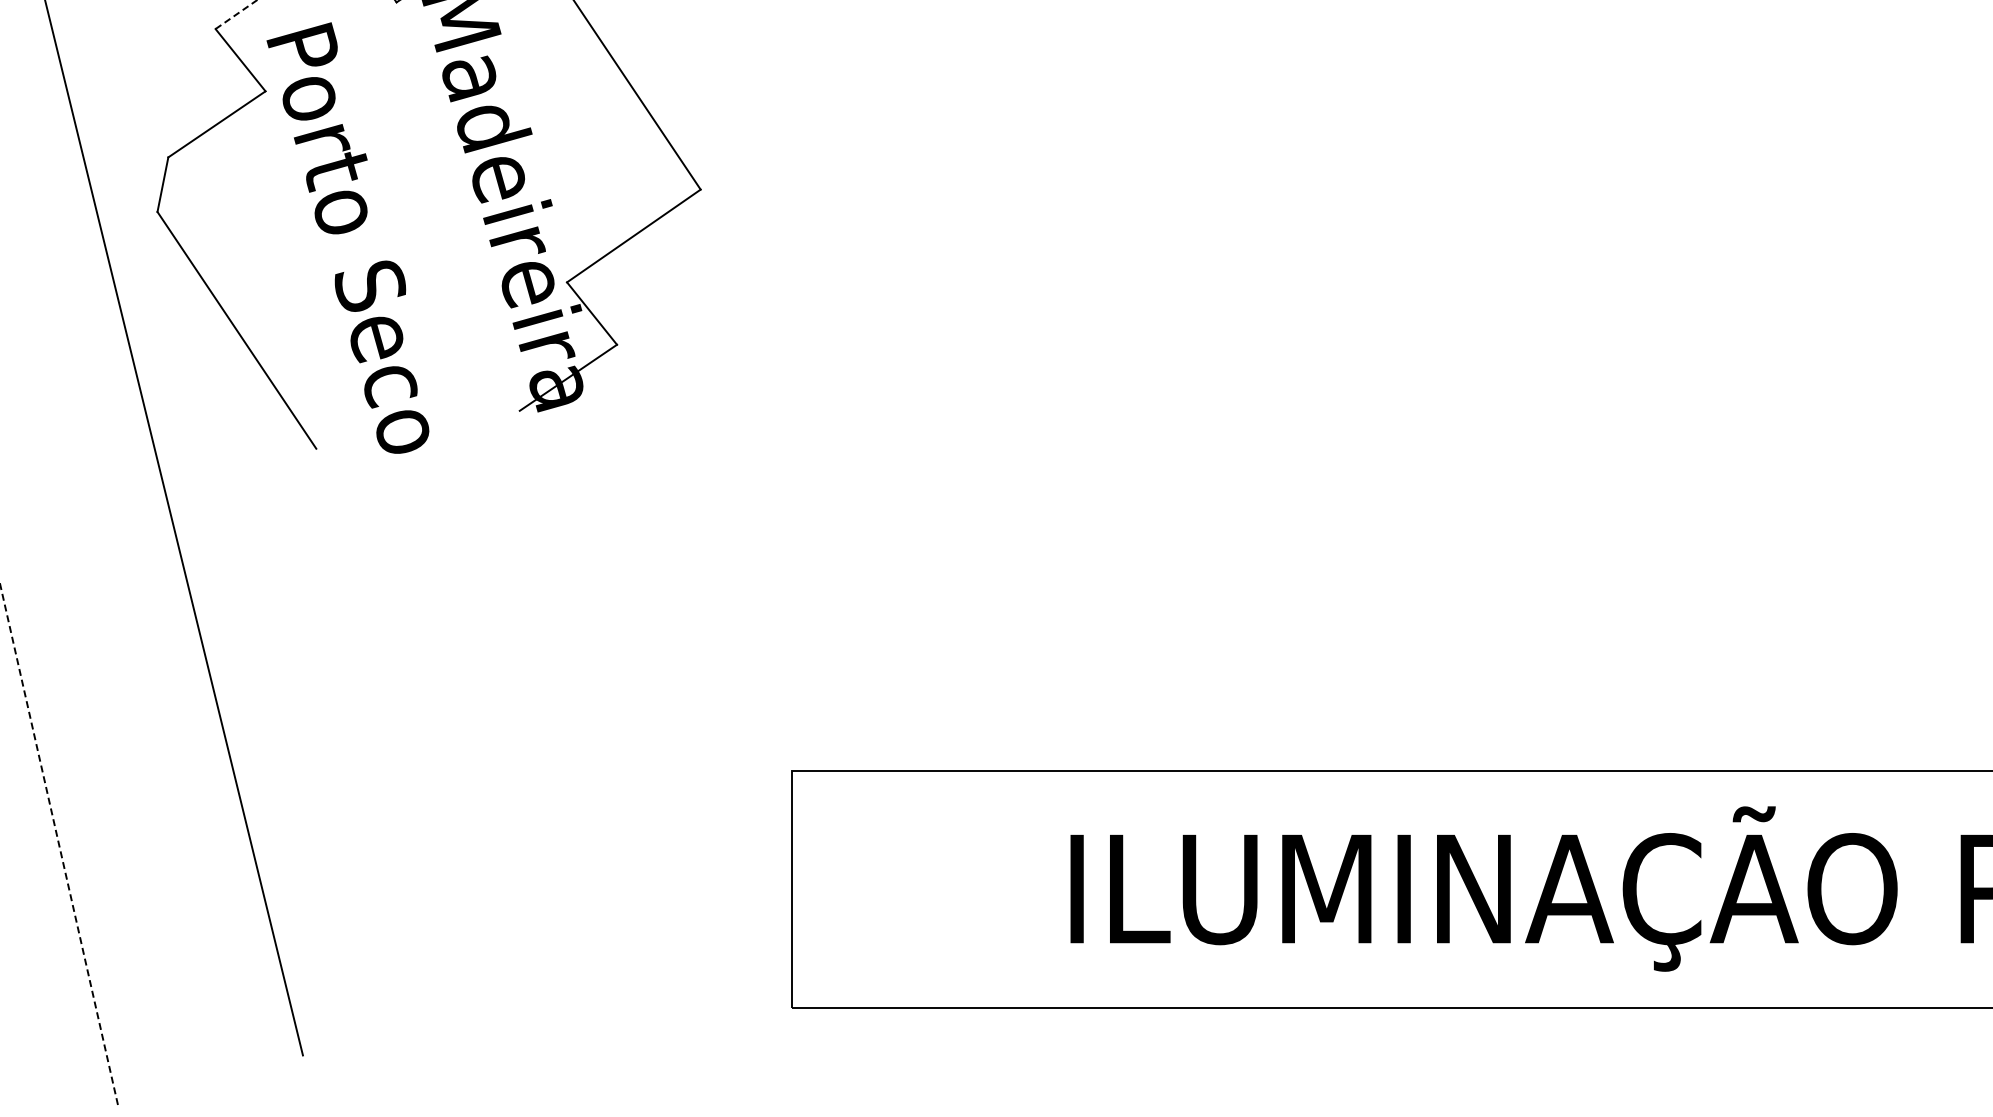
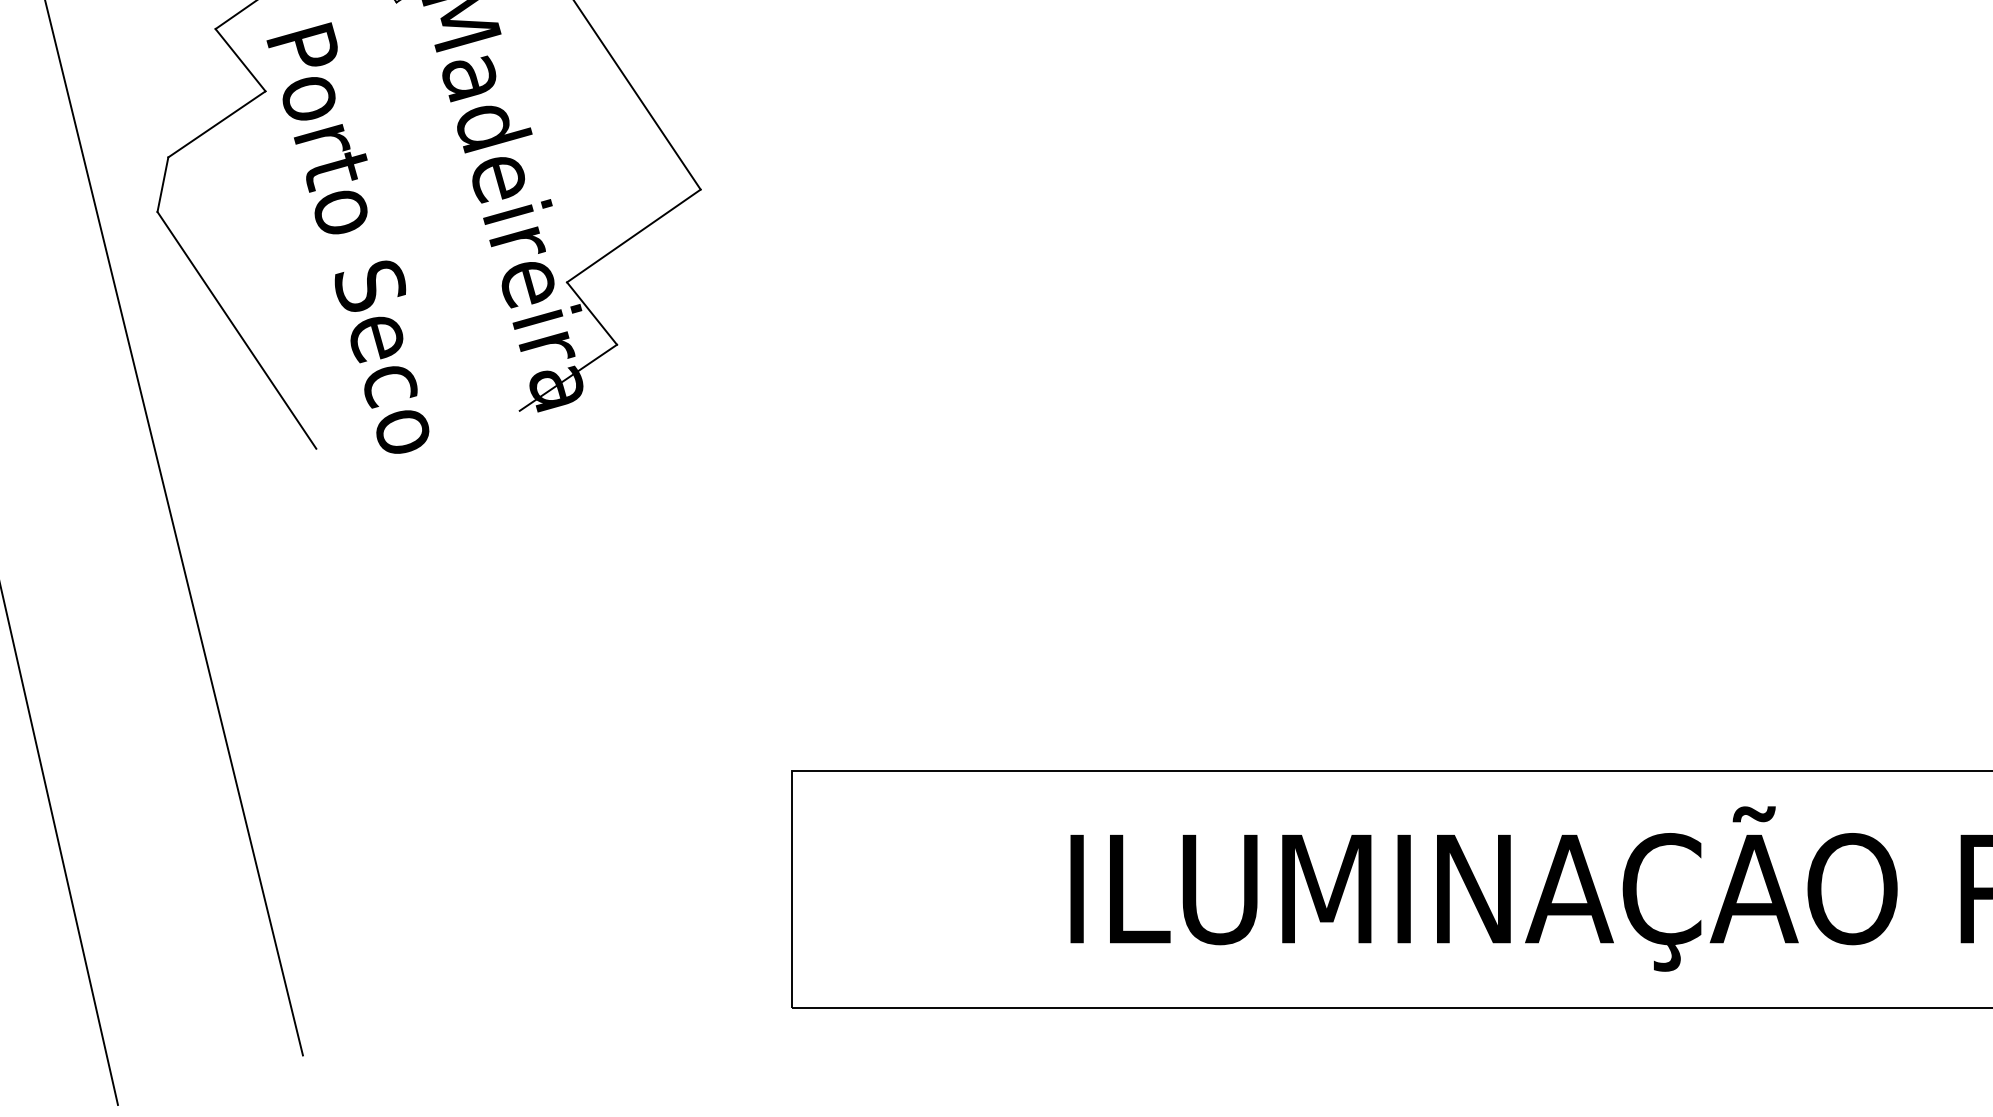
line at (236, 14): dashed -> solid
line at (58, 843): dashed -> solid
